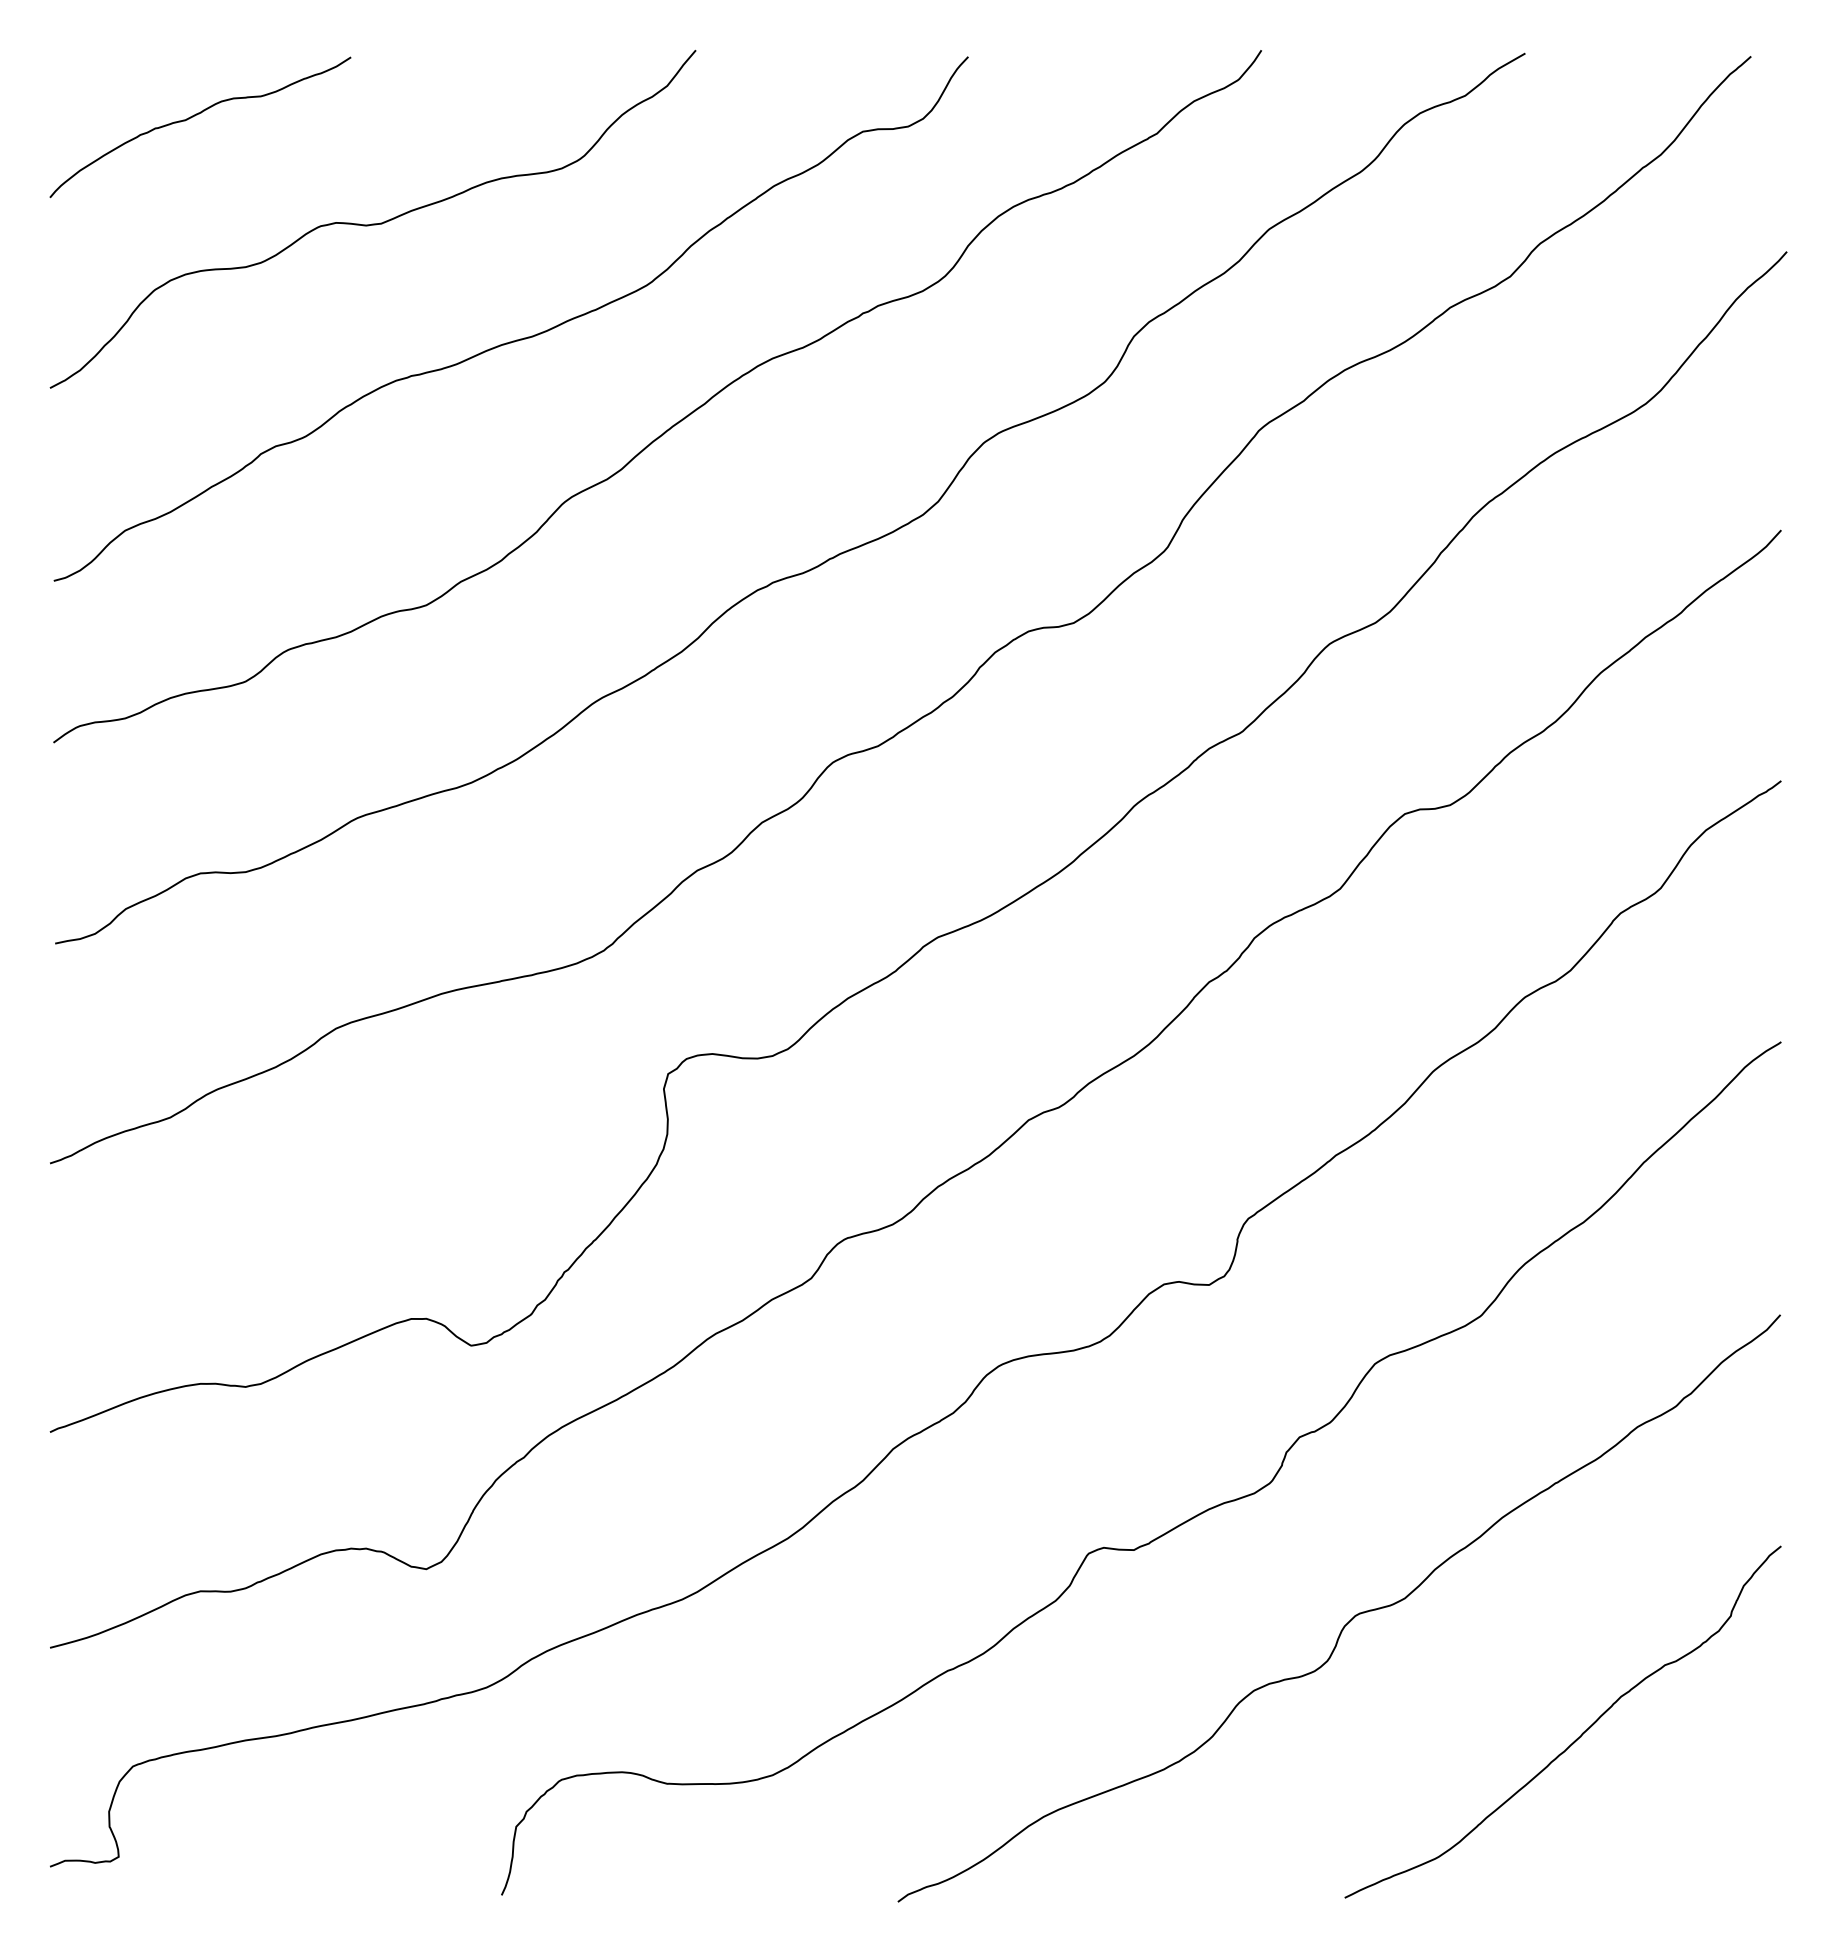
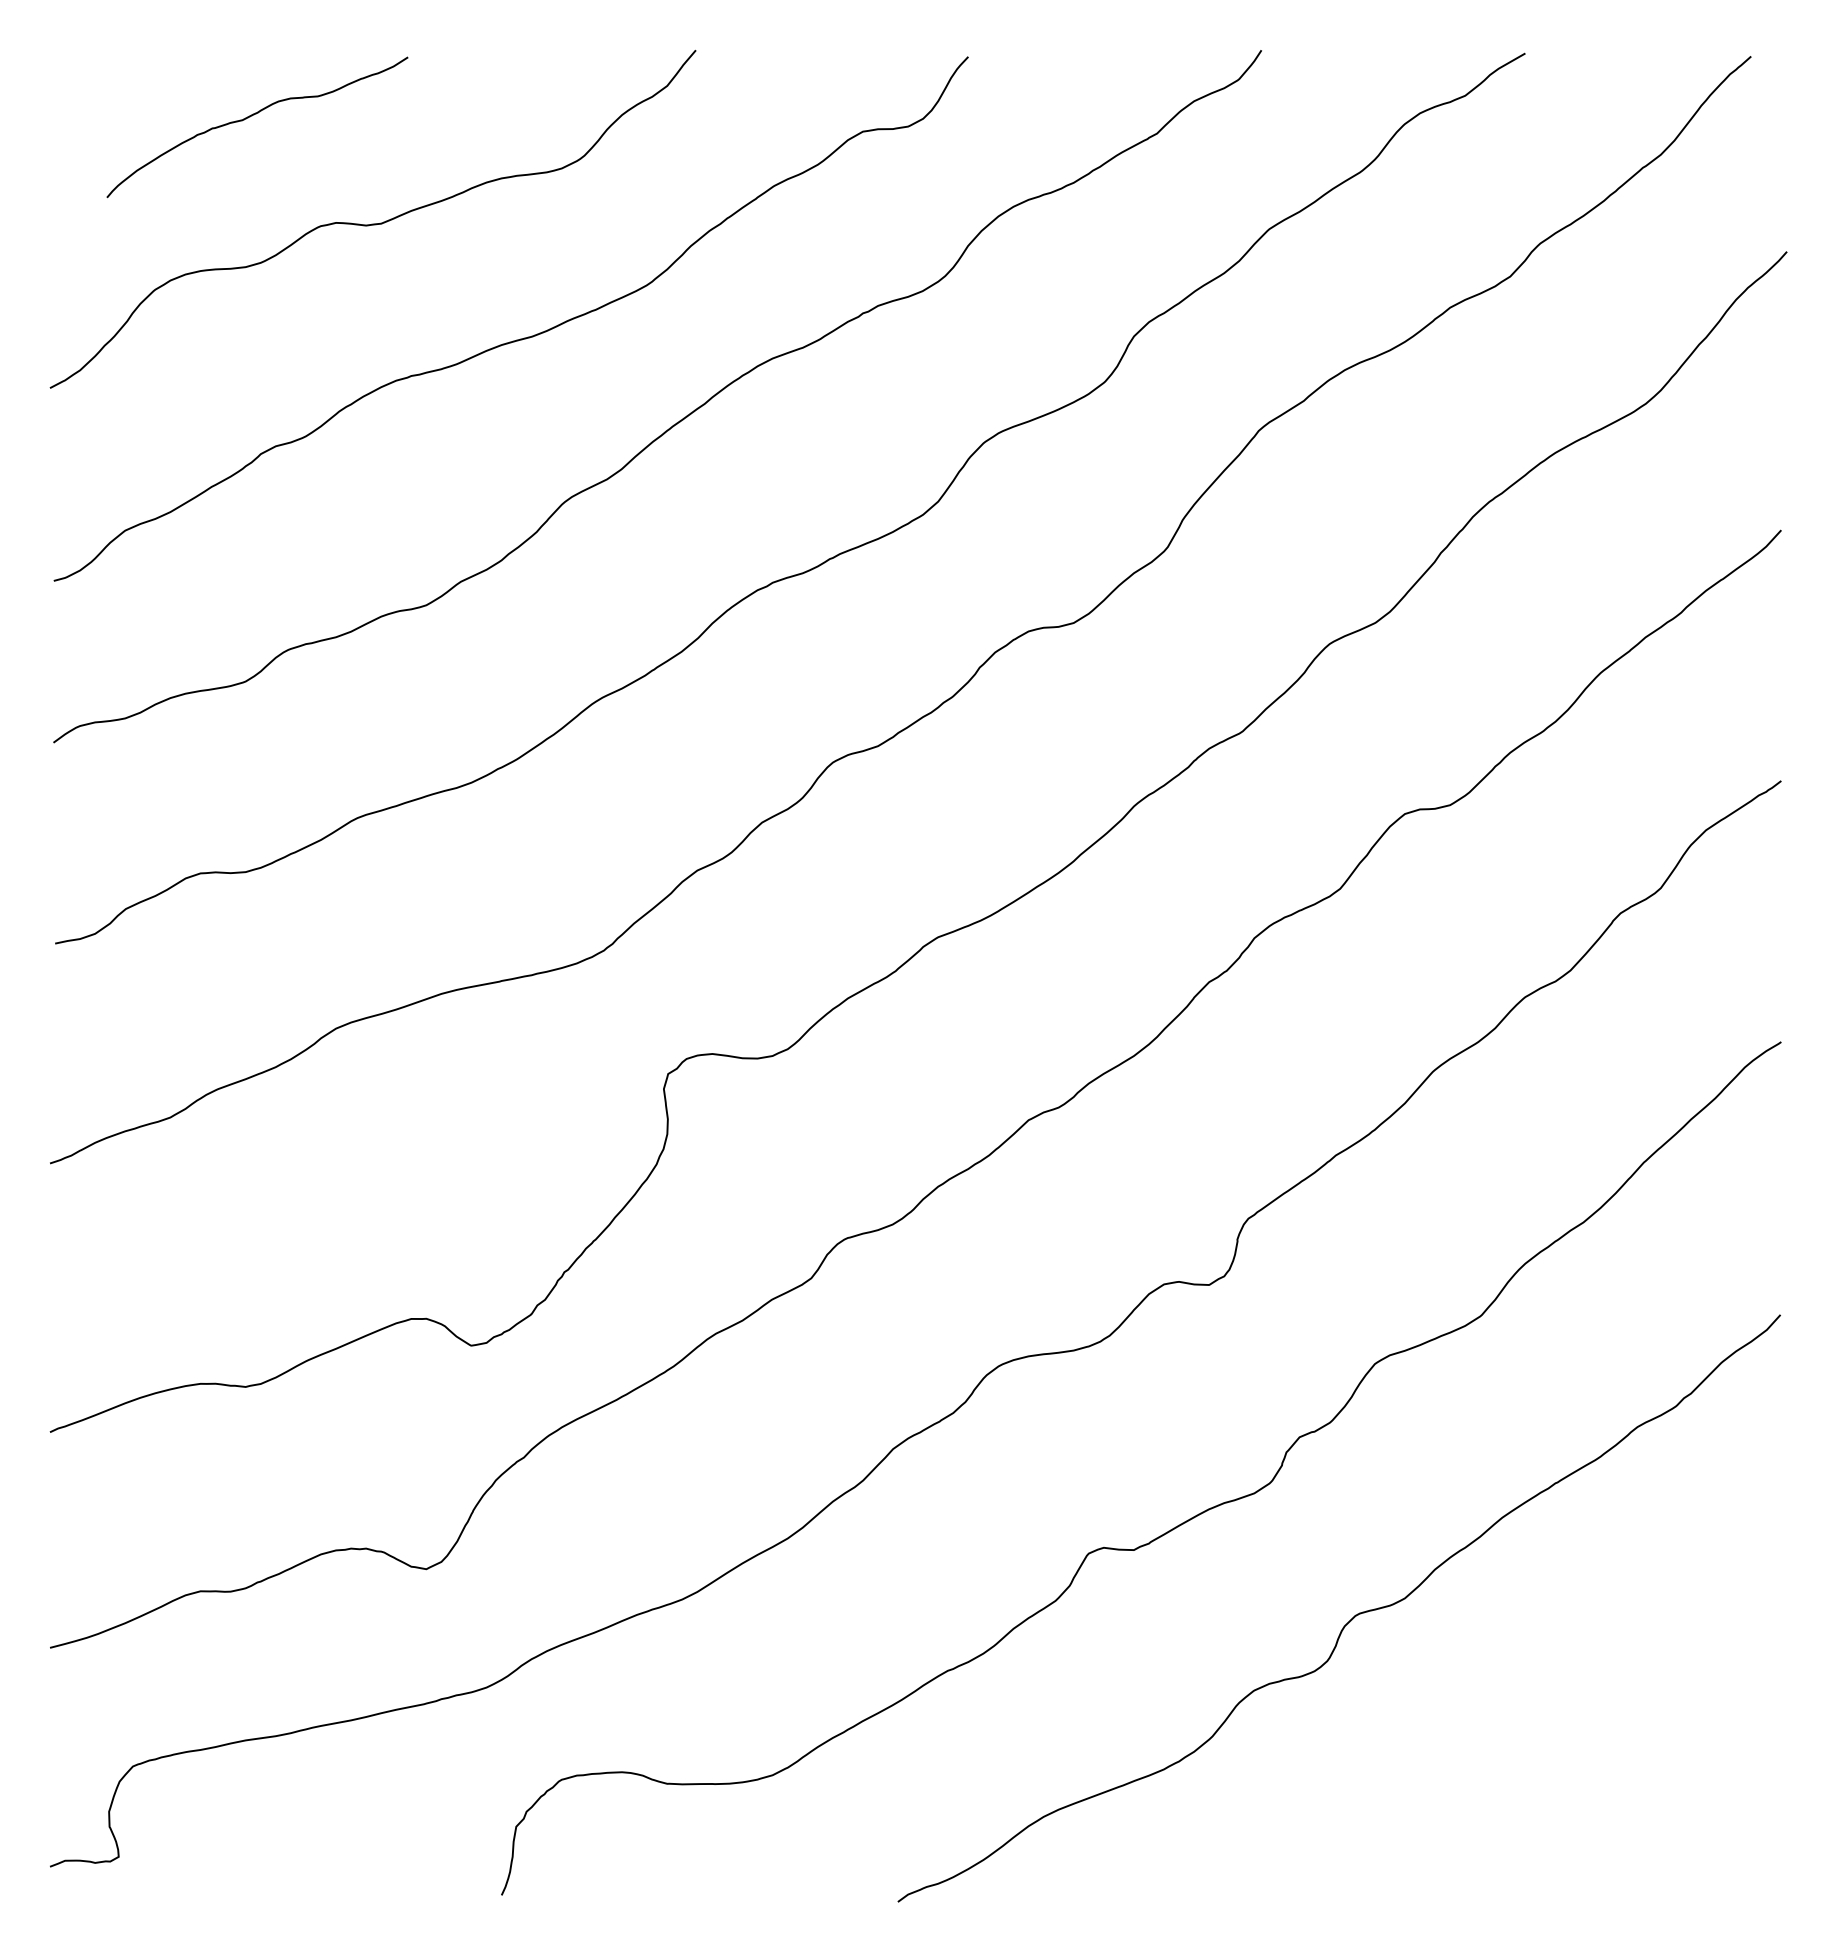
curve at (195, 116) position: (195, 116) -> (252, 116)
curve at (1576, 1738): present -> none
